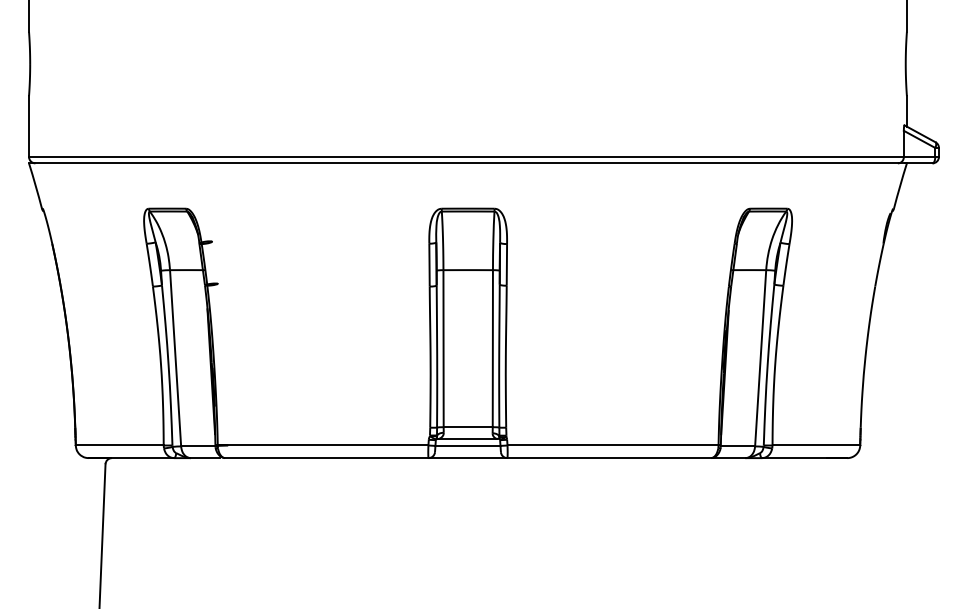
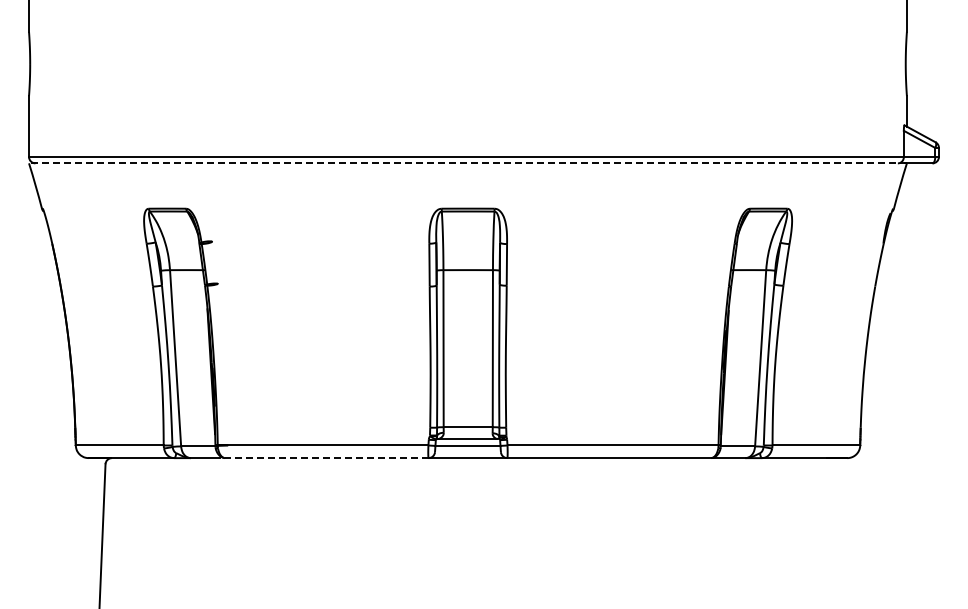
line at (467, 163): solid -> dashed
line at (326, 458): solid -> dashed
